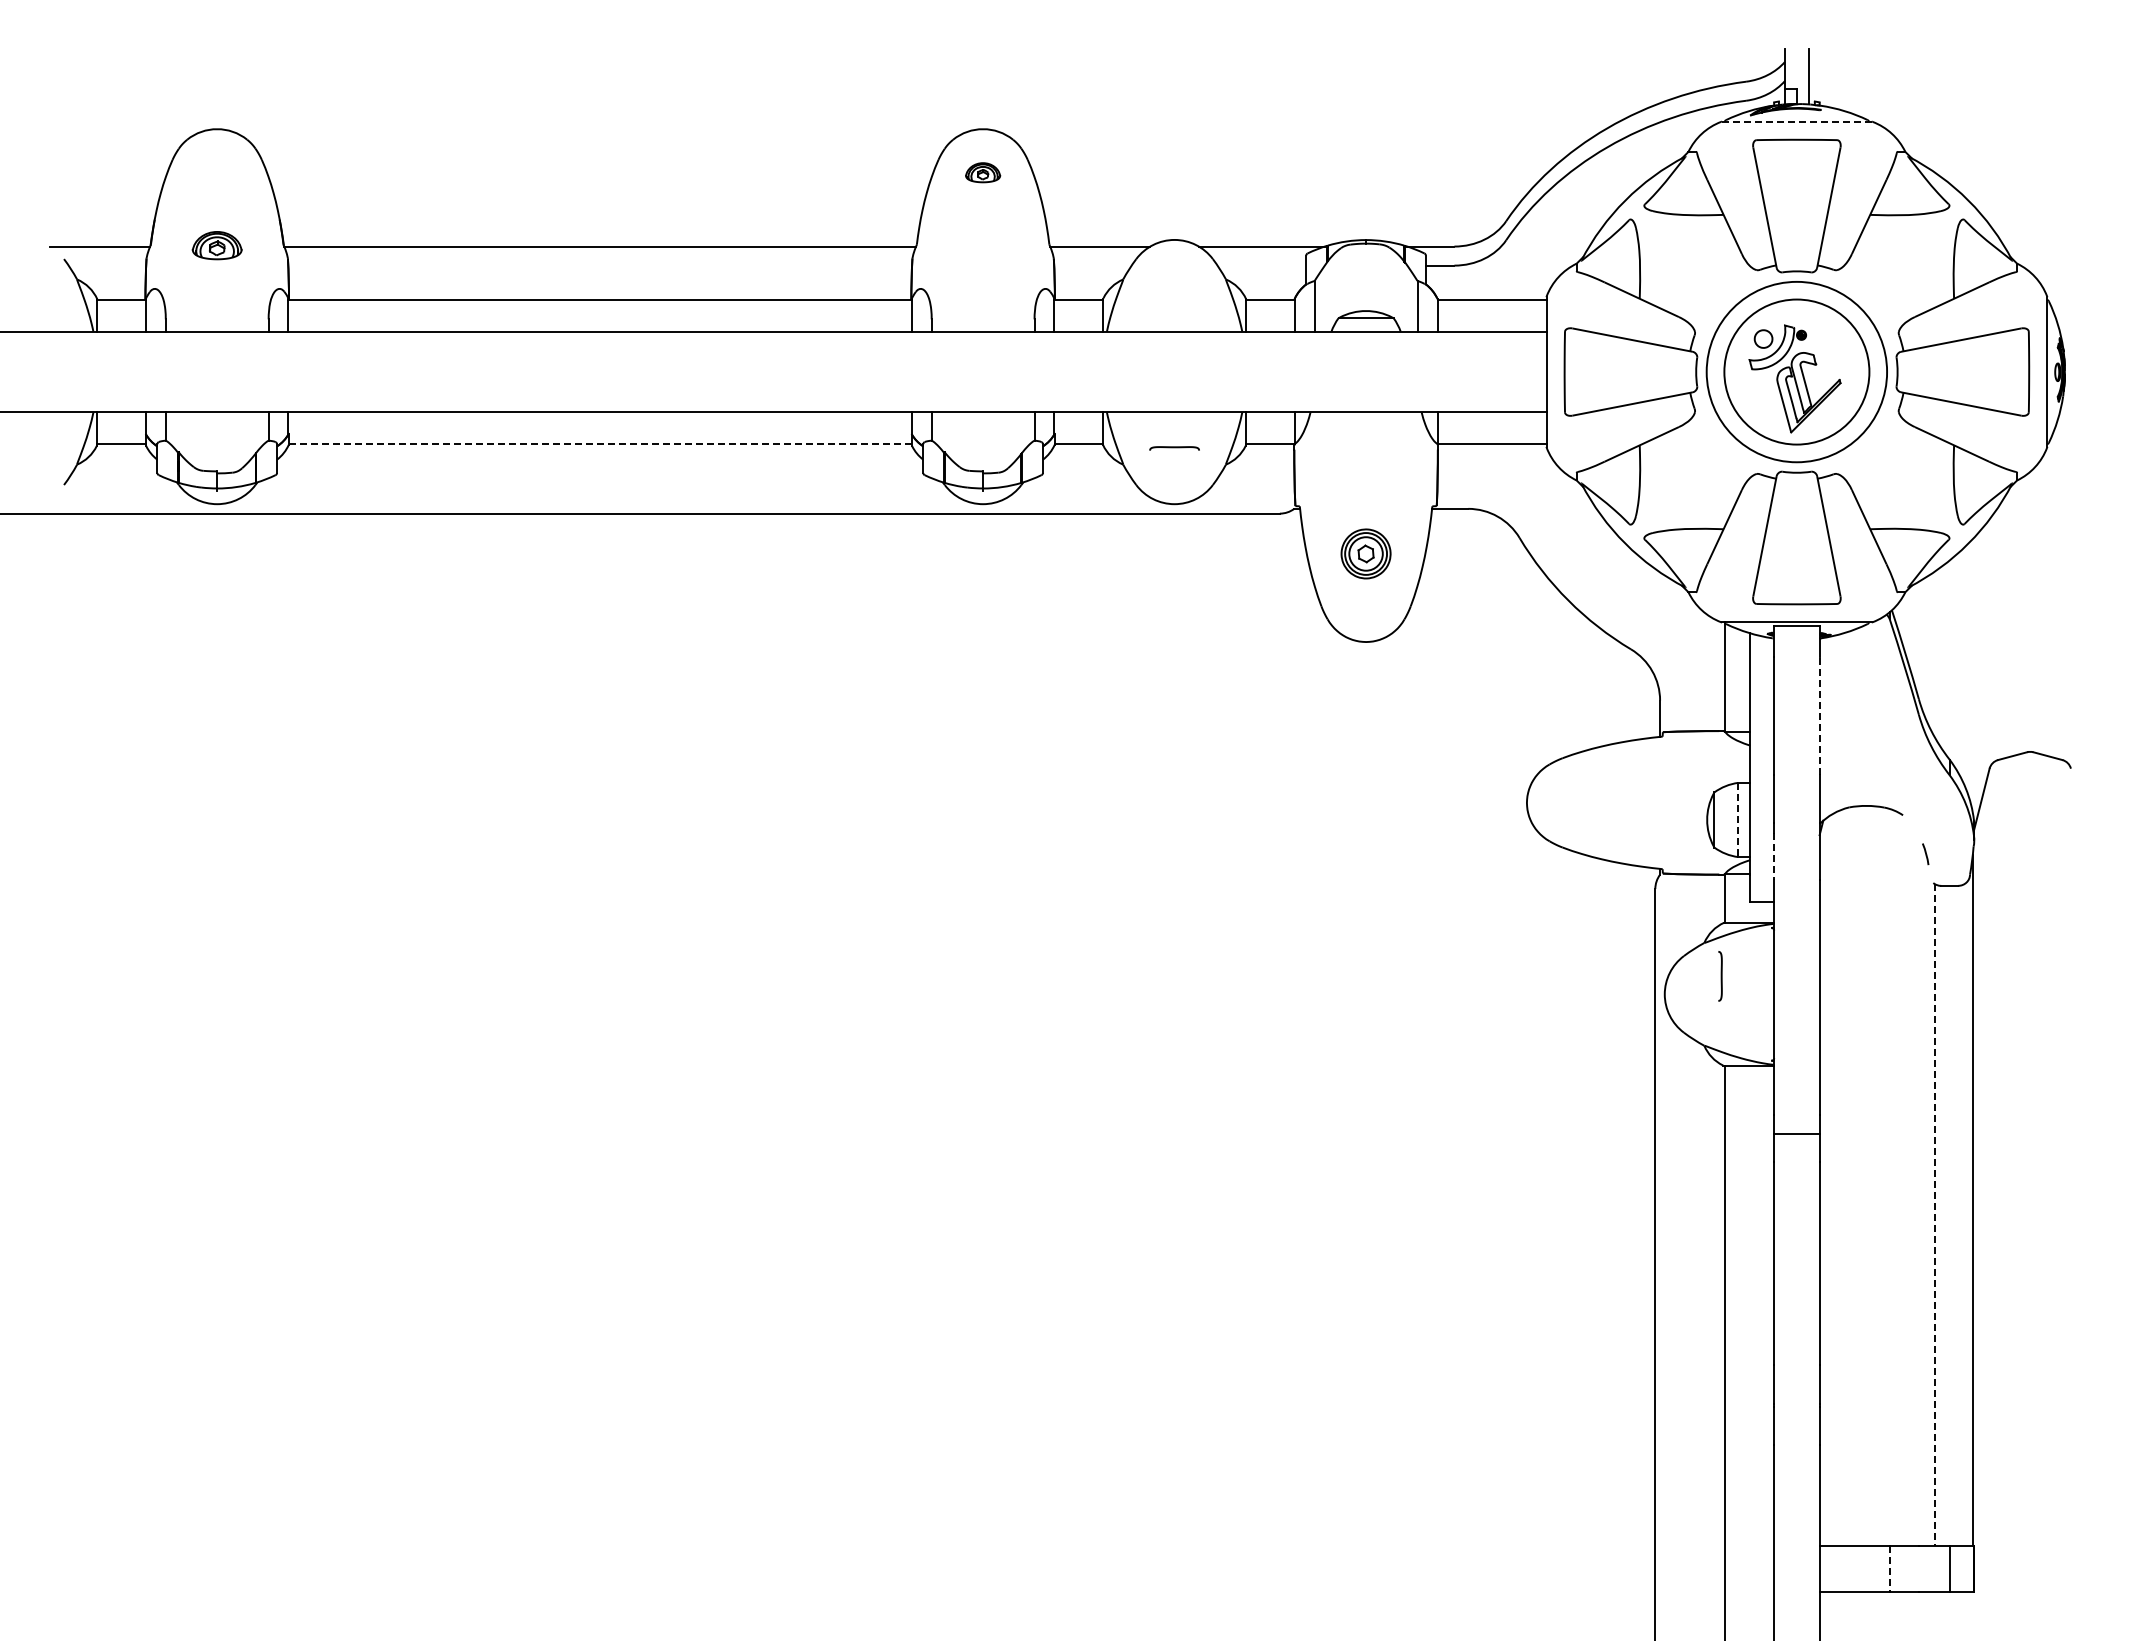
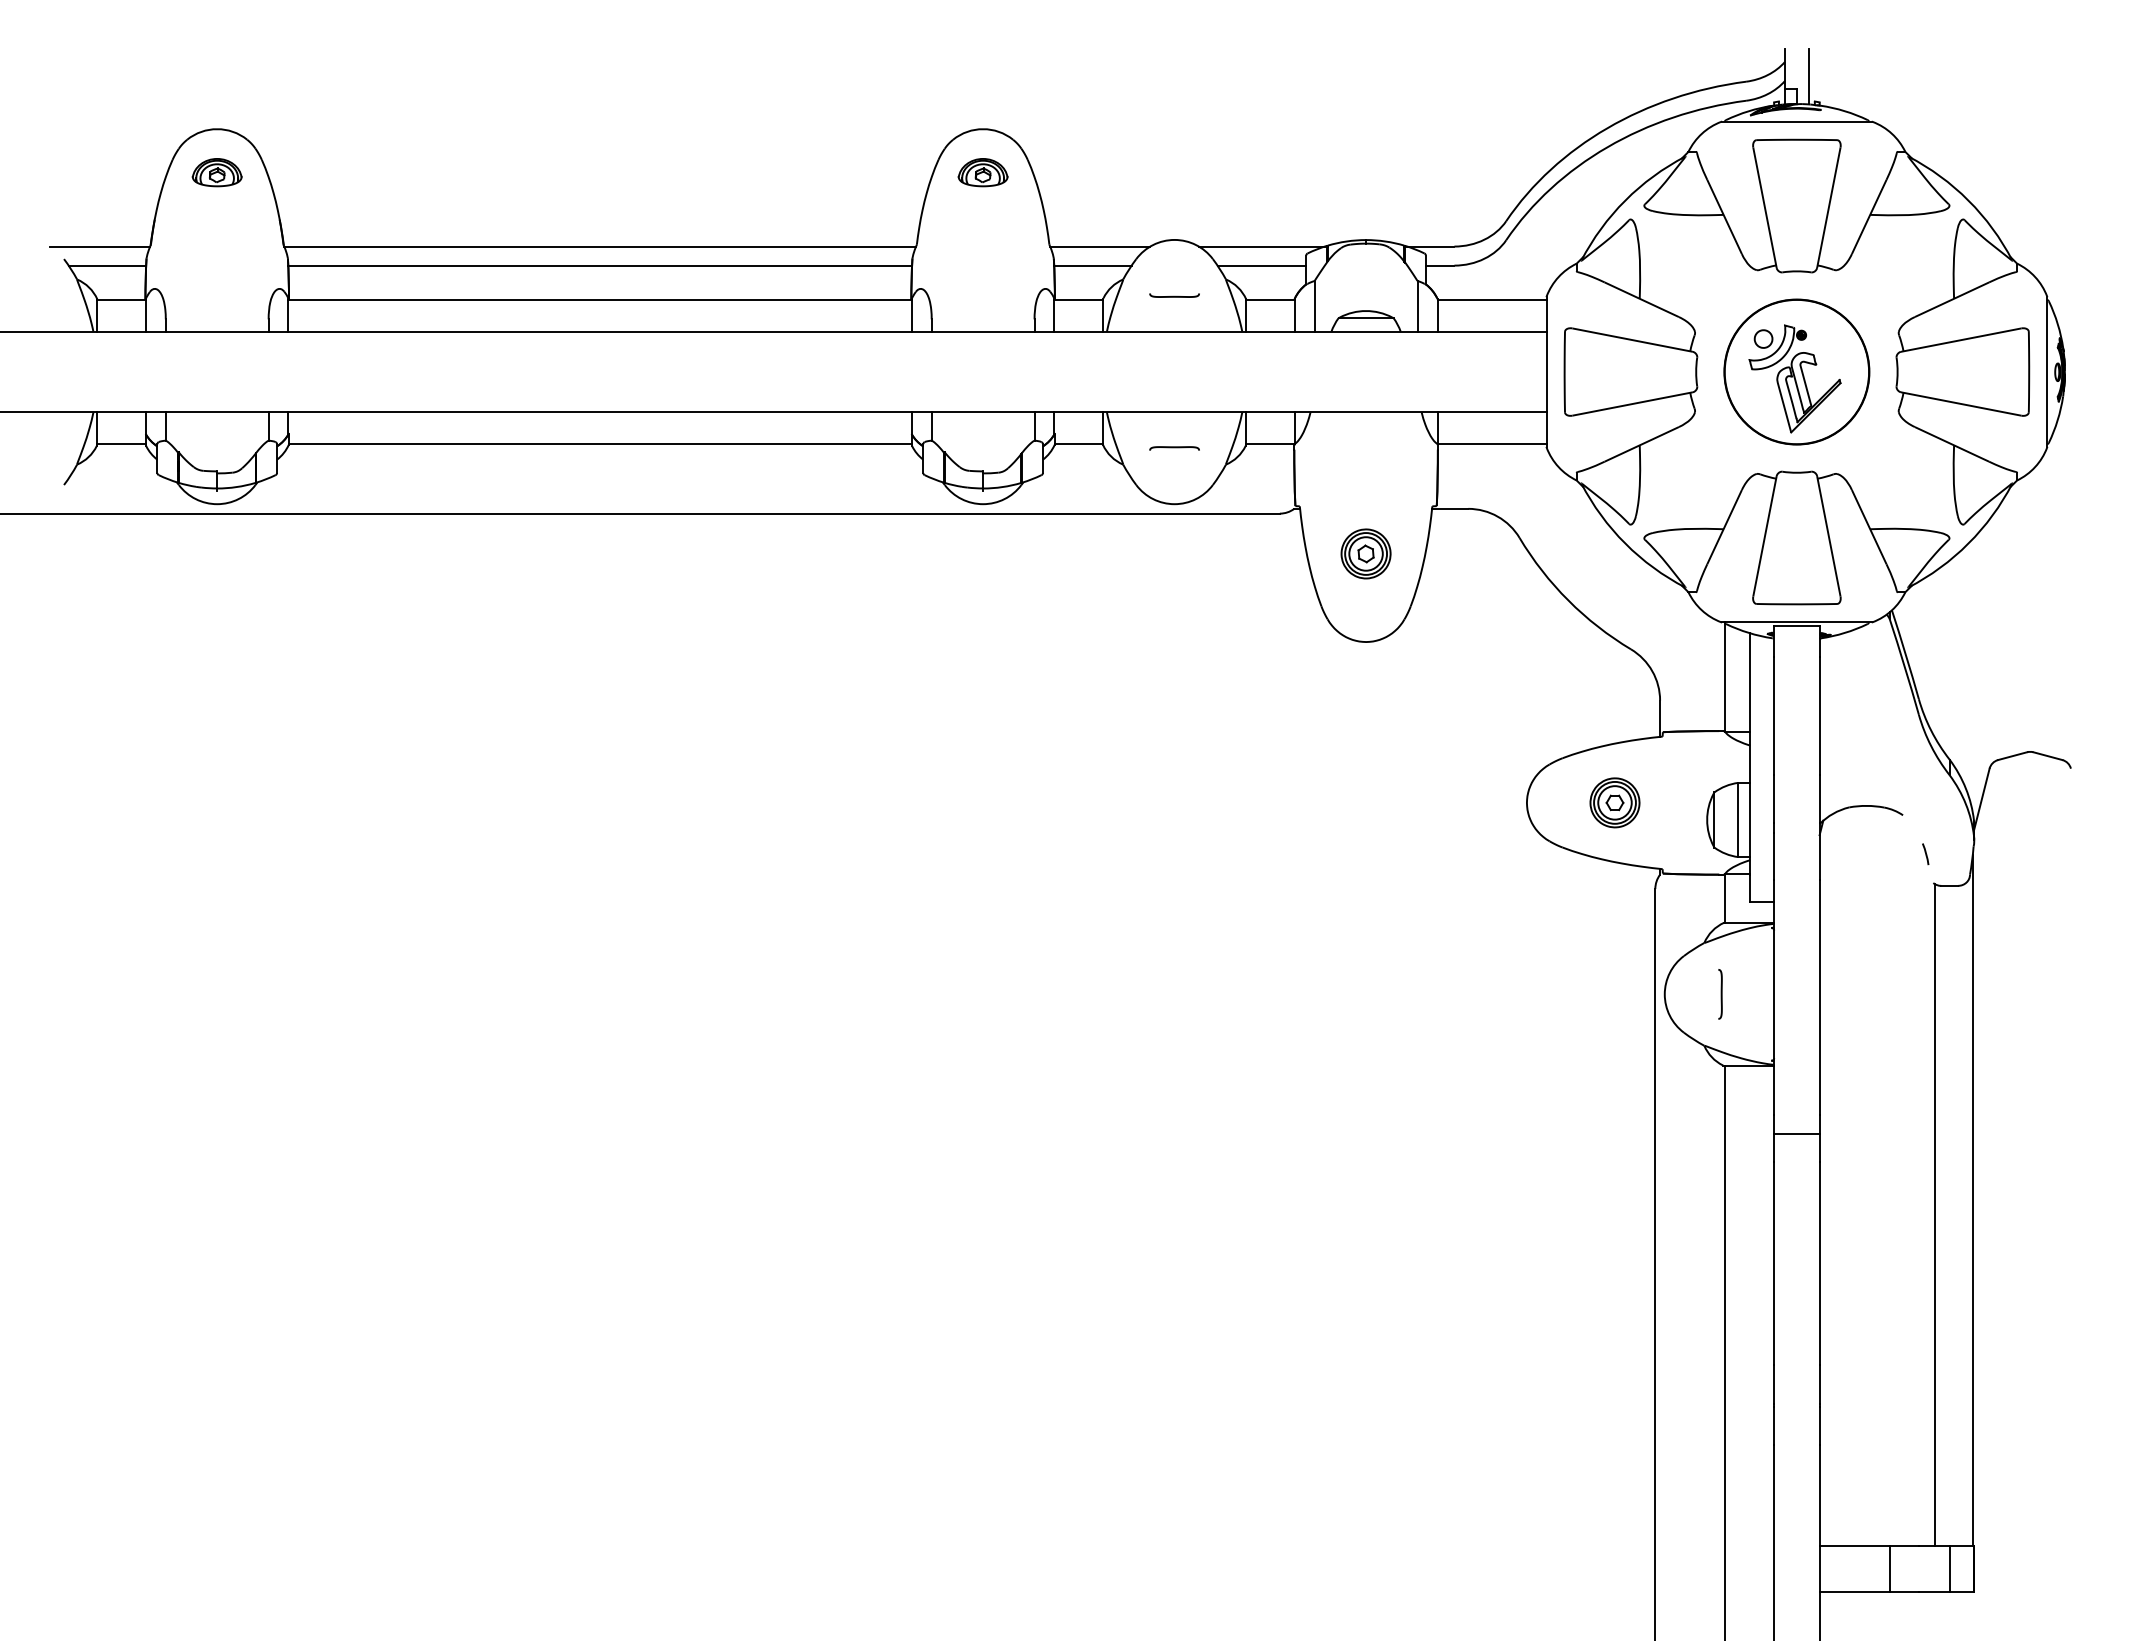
line at (1796, 121): dashed -> solid
part at (983, 172) size: 37x22 px -> 52x30 px
part at (216, 245) position: (216, 245) -> (216, 172)
line at (107, 265): none -> present
line at (600, 265): none -> present
line at (1092, 265): none -> present
line at (1261, 265): none -> present
curve at (1174, 295): none -> present
circle at (1796, 371) diameter: 180 px -> 144 px
line at (600, 444): dashed -> solid
line at (1819, 715): dashed -> solid
part at (1614, 802): none -> present
line at (1738, 820): dashed -> solid
line at (1774, 856): dashed -> solid
curve at (1720, 976) position: (1720, 976) -> (1720, 994)
line at (1934, 1215): dashed -> solid
line at (1889, 1568): dashed -> solid
